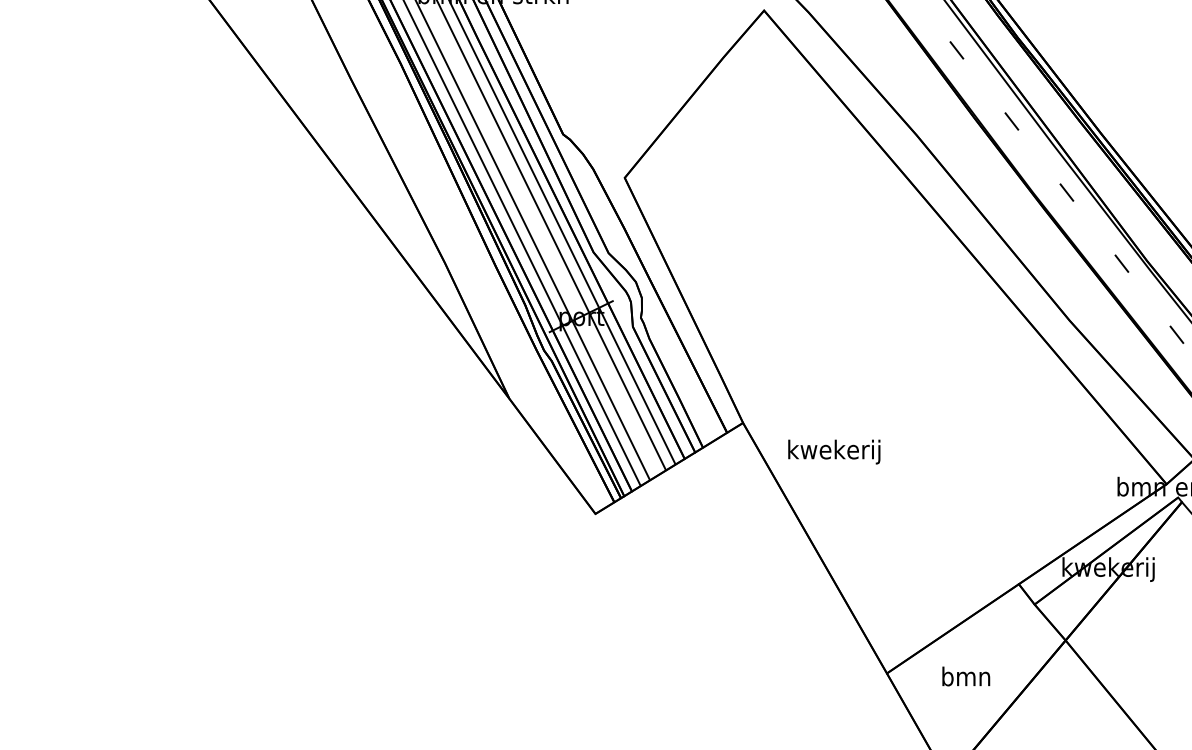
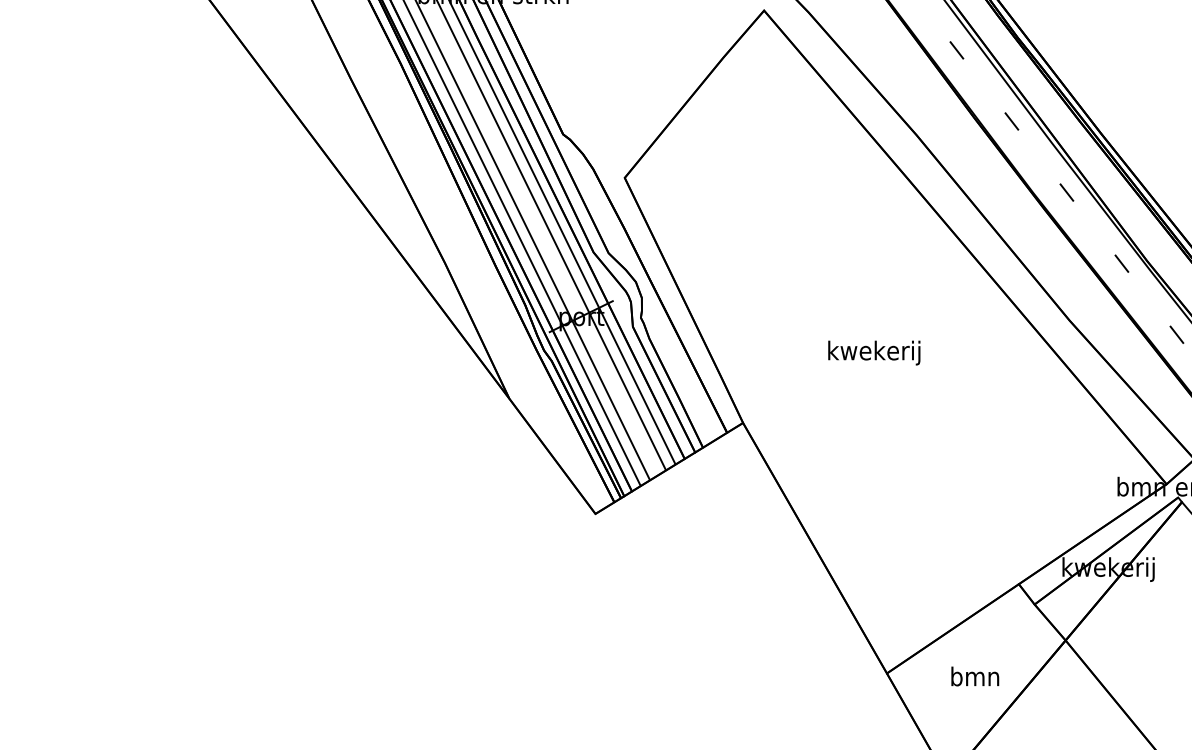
text at (834, 451) position: (834, 451) -> (874, 352)
text at (966, 676) position: (966, 676) -> (975, 676)
